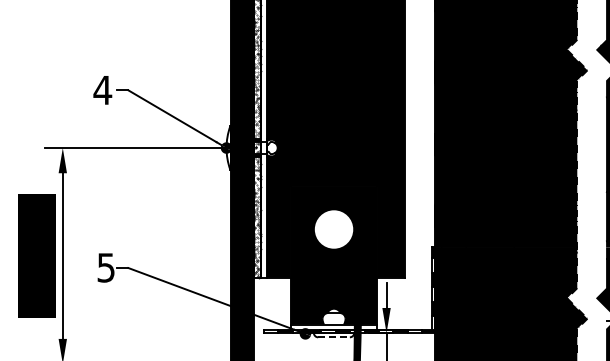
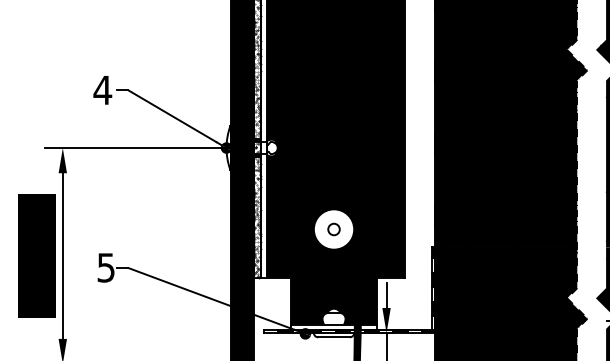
circle at (333, 229): none -> present
line at (334, 337): dashed -> solid
